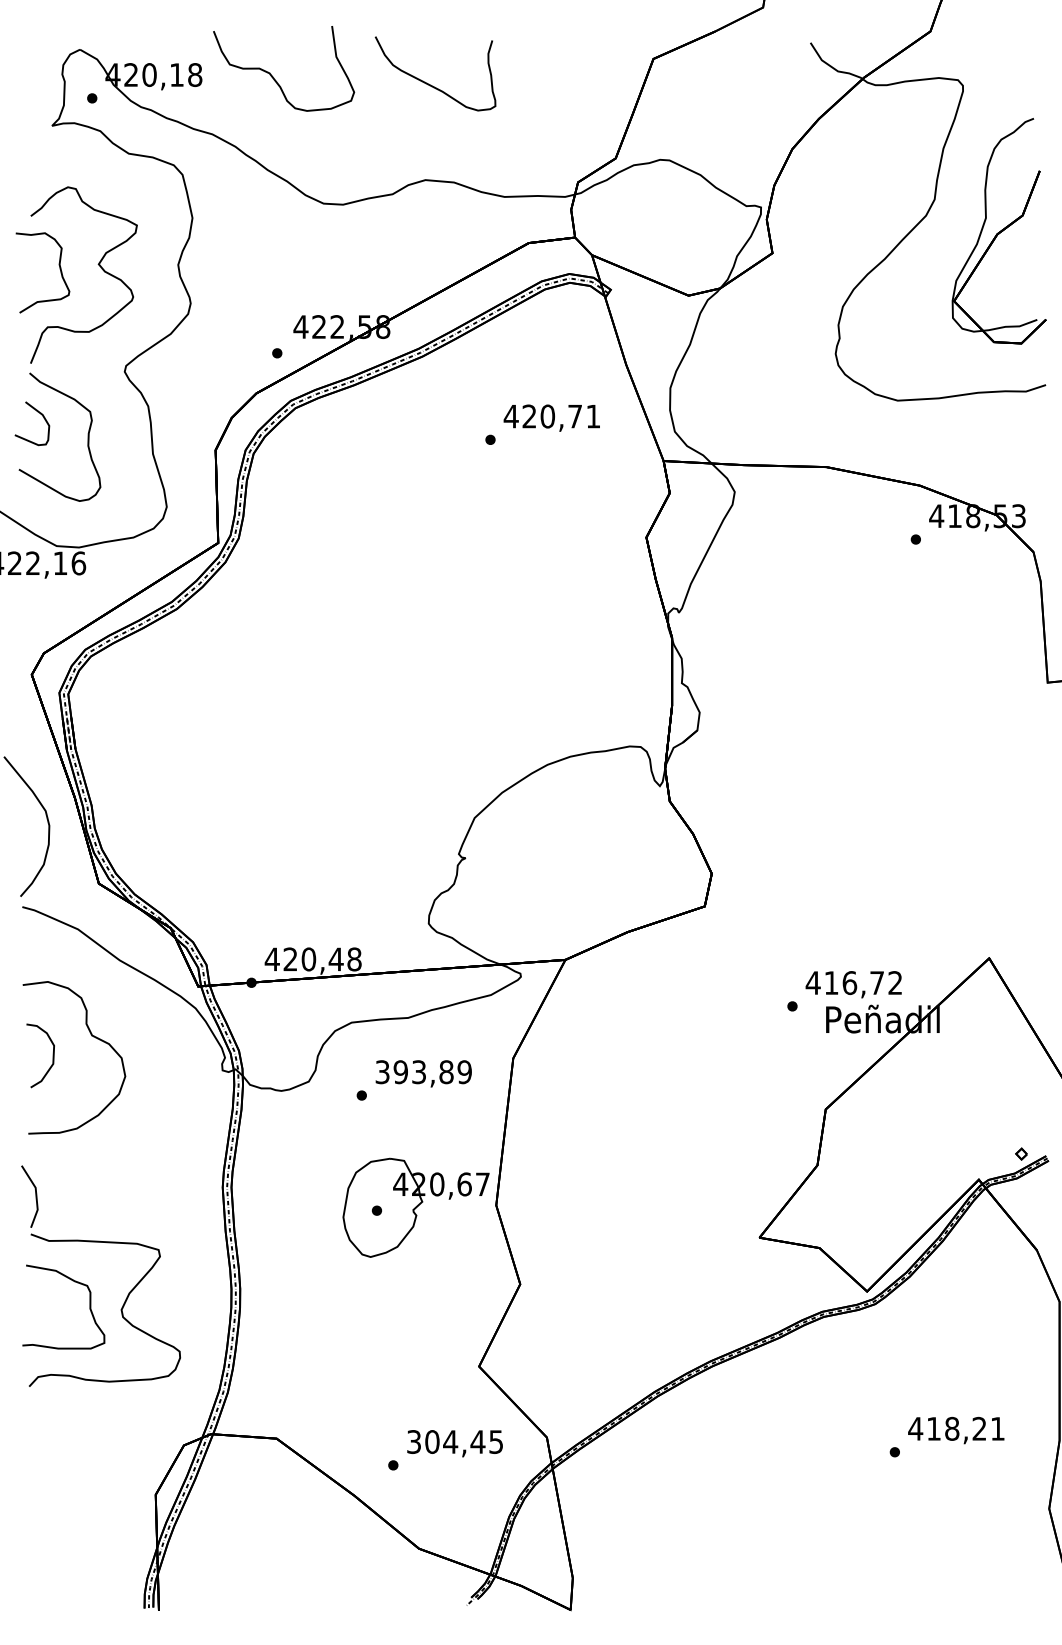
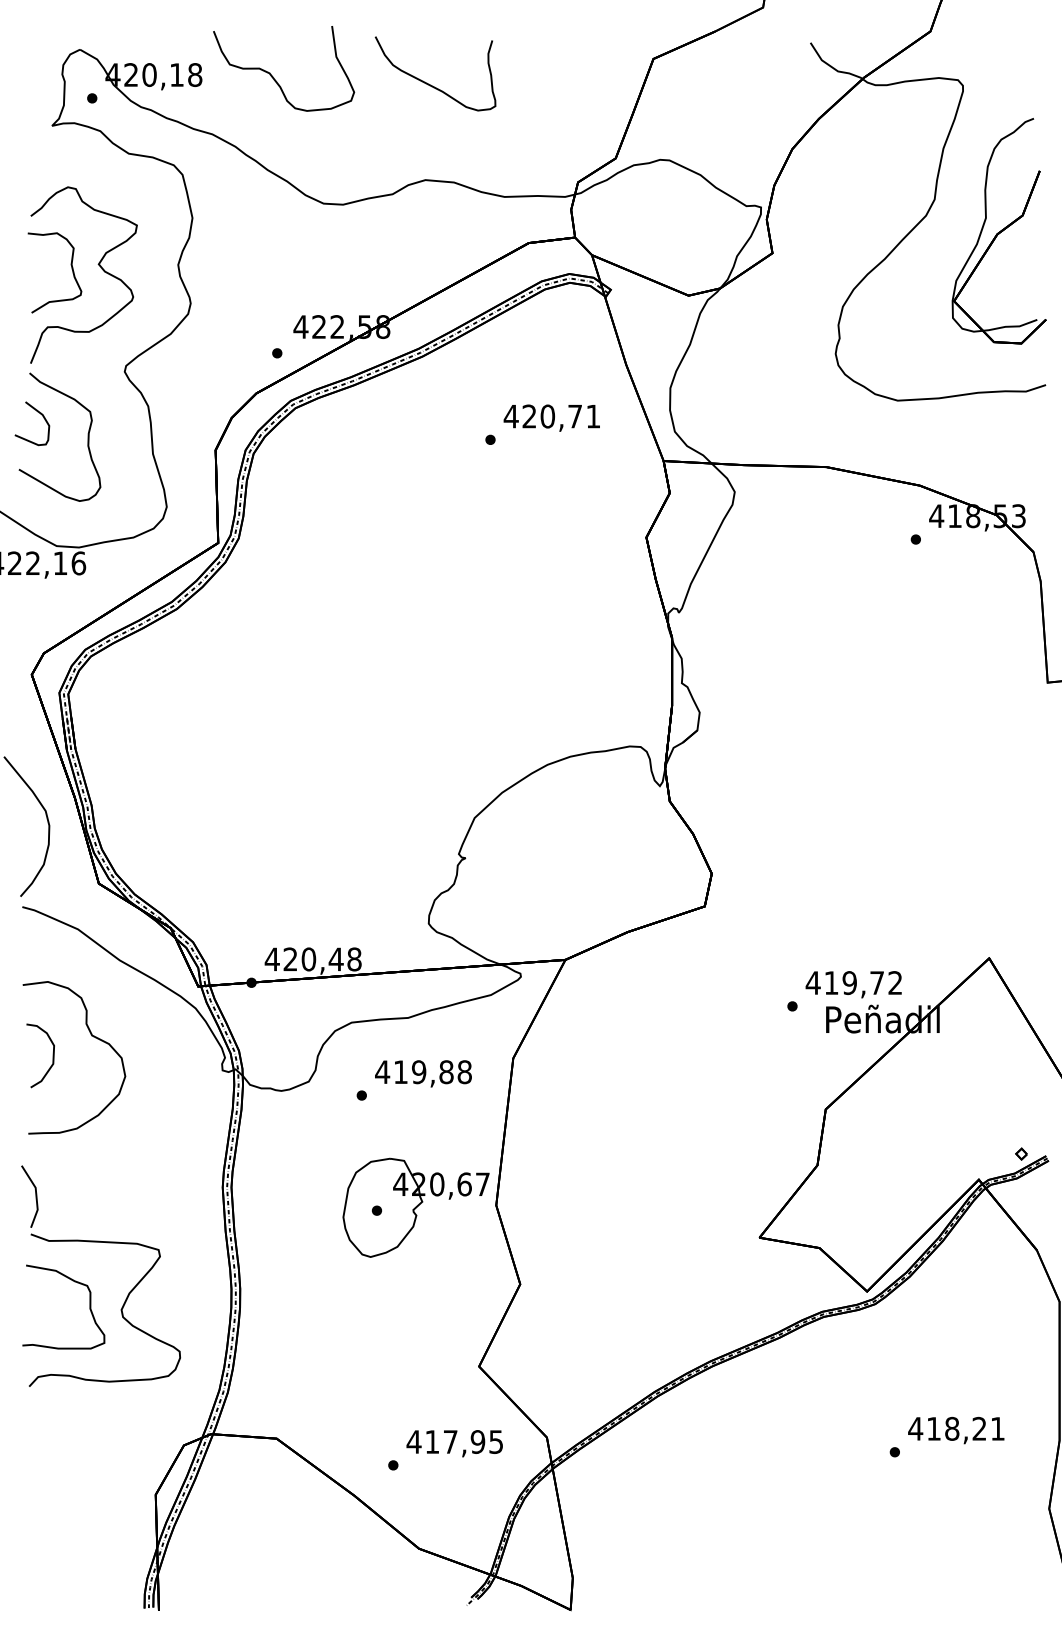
curve at (59, 269) position: (59, 269) -> (71, 269)
text at (849, 983): 416,72 -> 419,72
text at (423, 1072): 393,89 -> 419,88
text at (445, 1441): 304,45 -> 417,95
